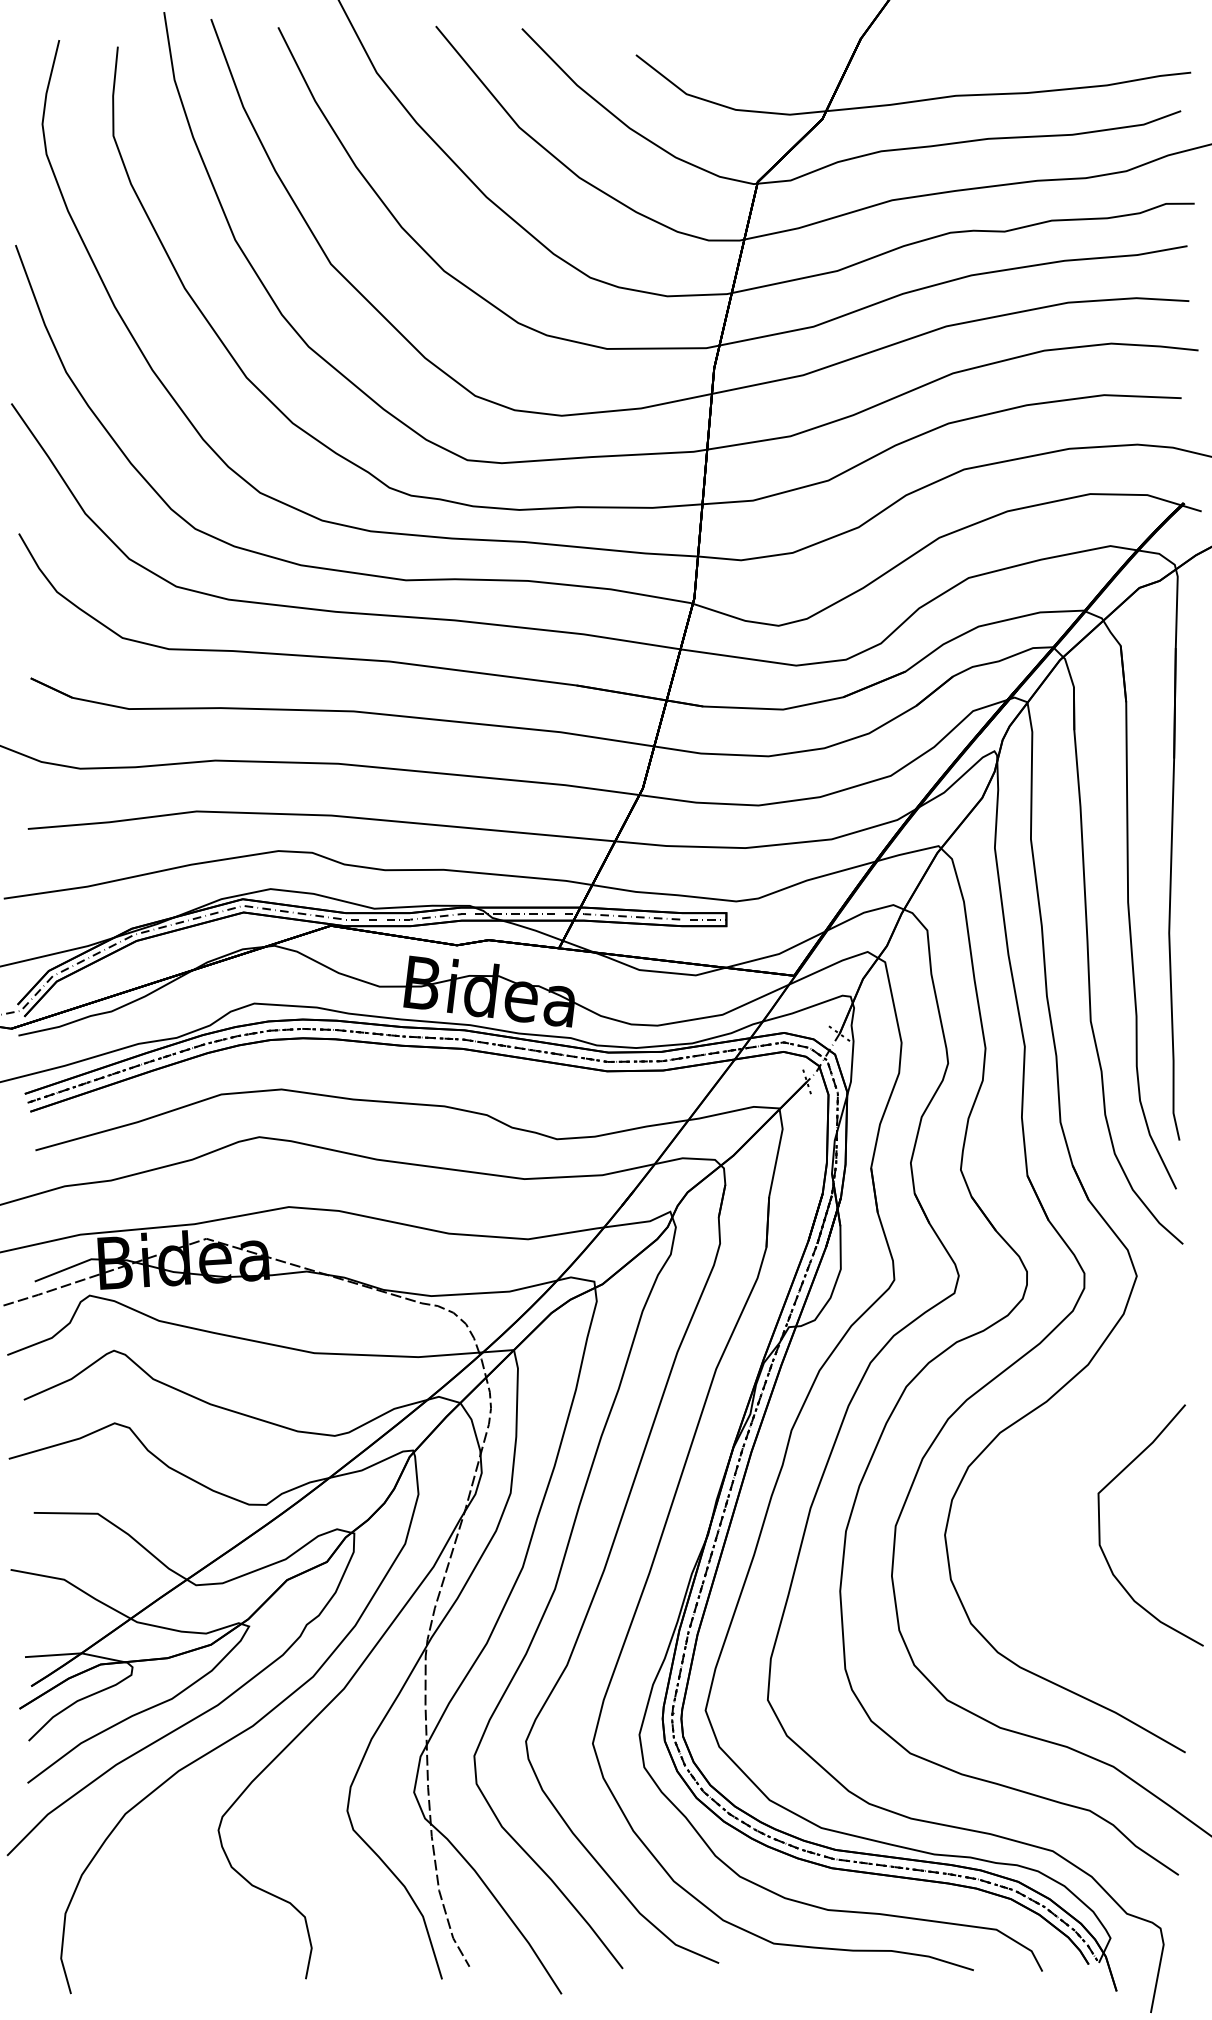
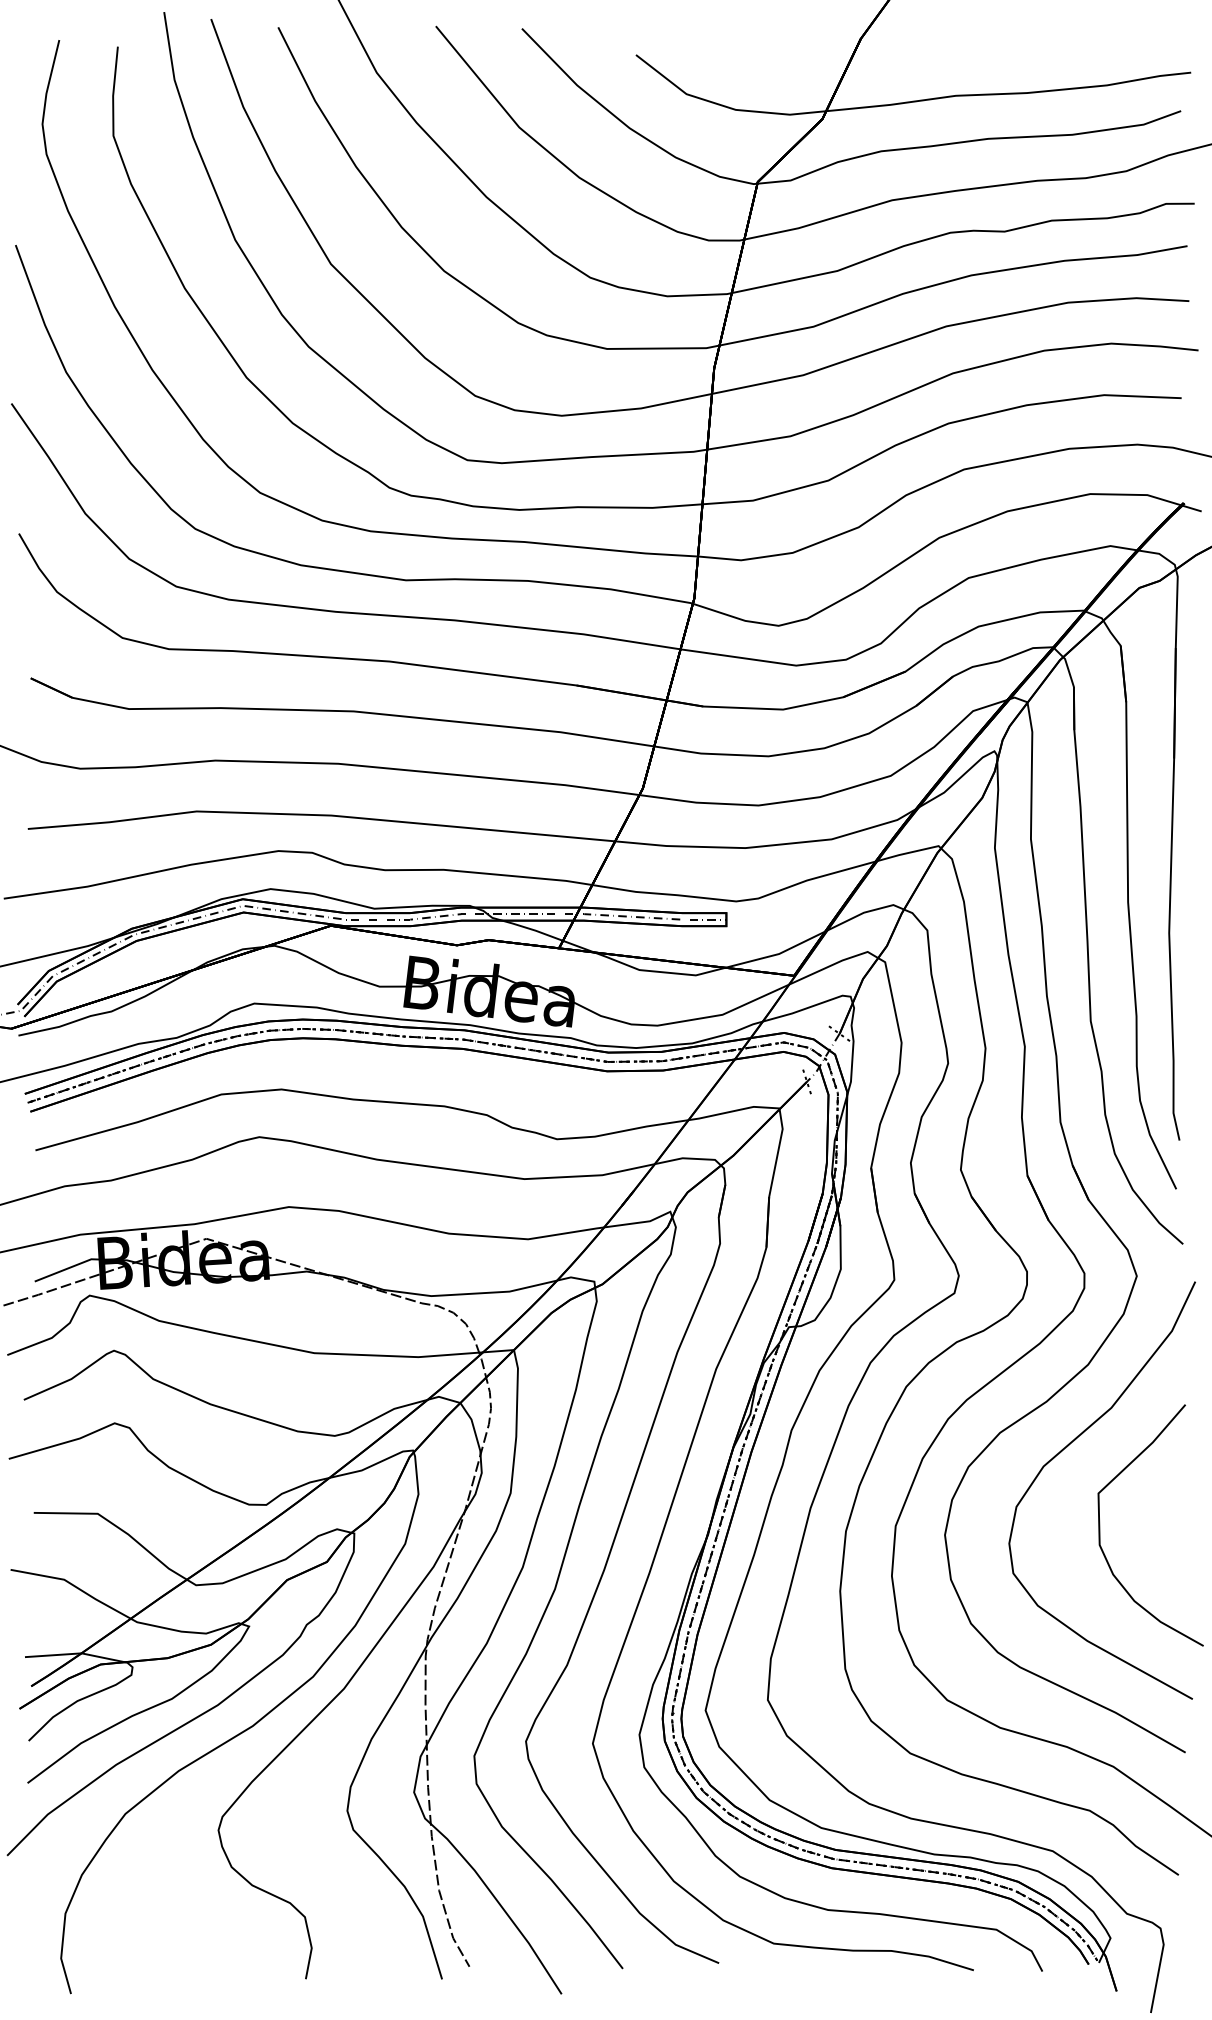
curve at (1067, 1447): none -> present
